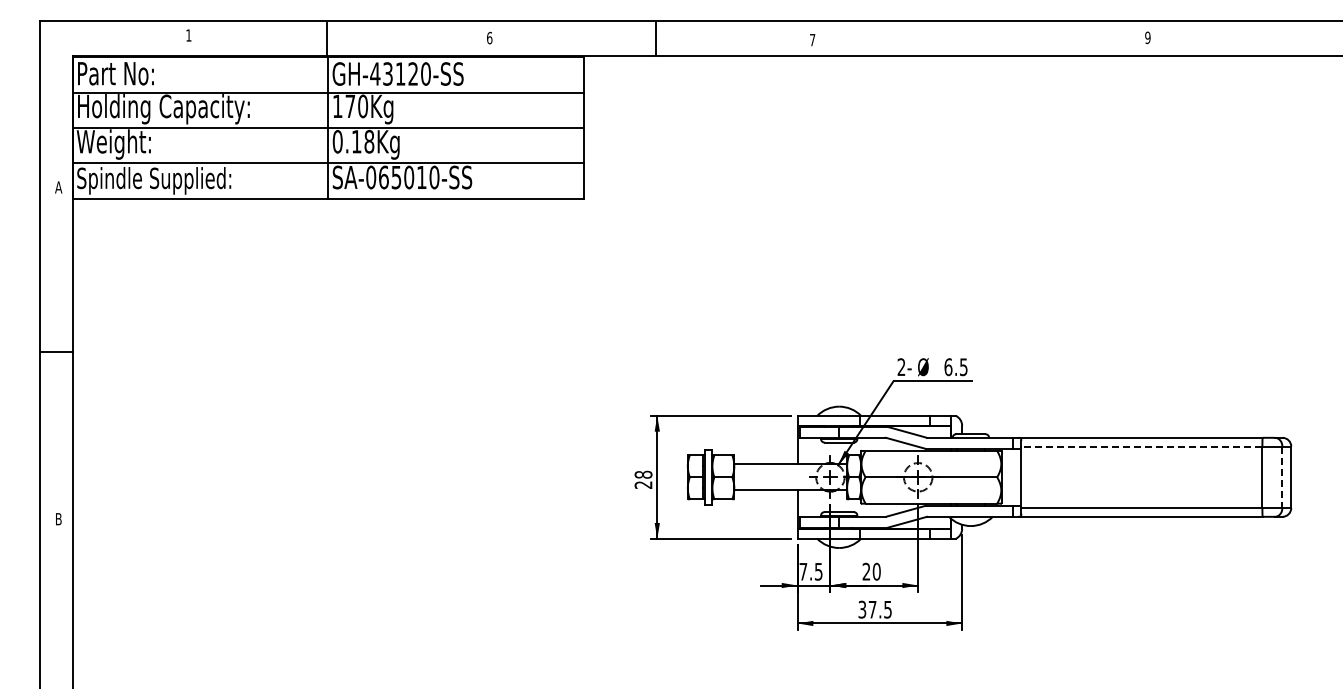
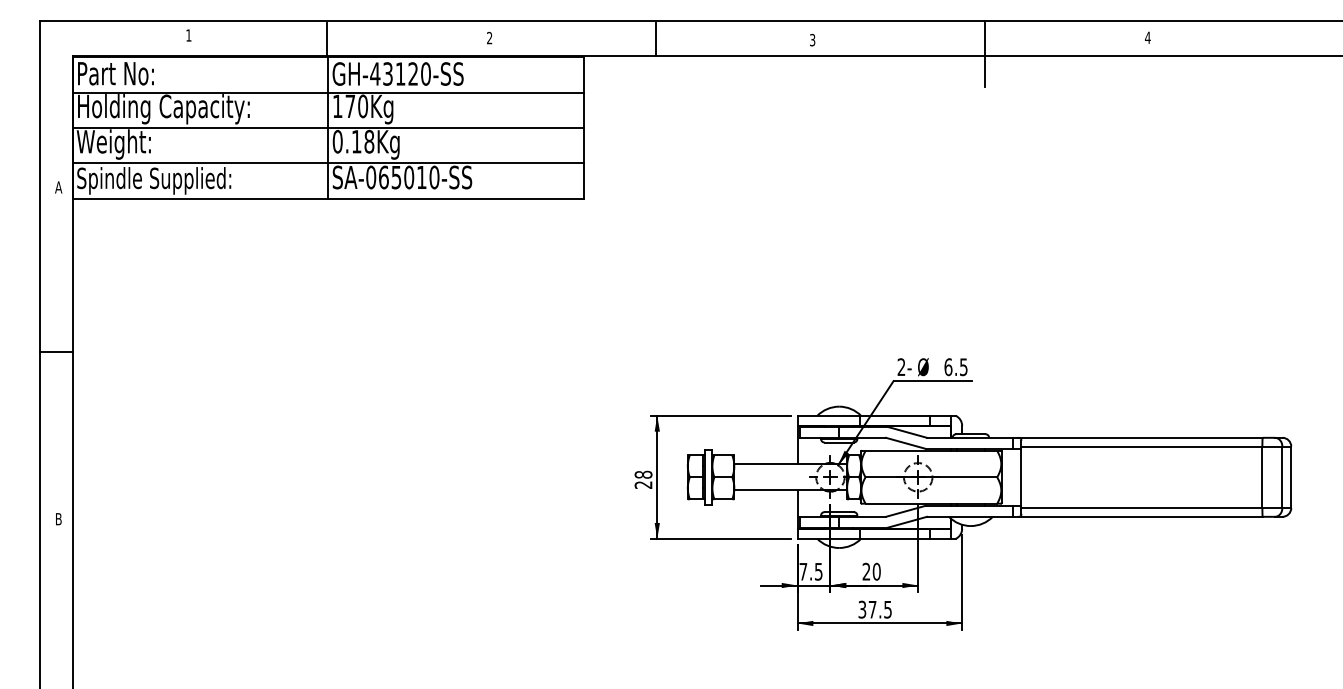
text at (489, 37): 6 -> 2
text at (1147, 37): 9 -> 4
text at (812, 39): 7 -> 3
line at (984, 53): none -> present
line at (1141, 446): dashed -> solid
line at (1282, 477): dashed -> solid
